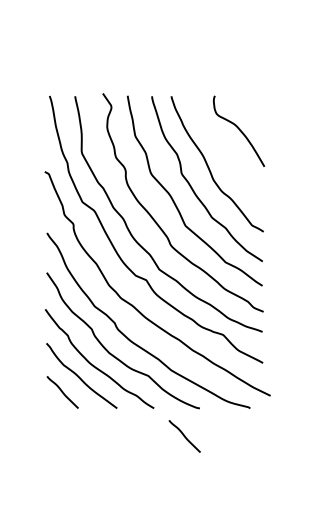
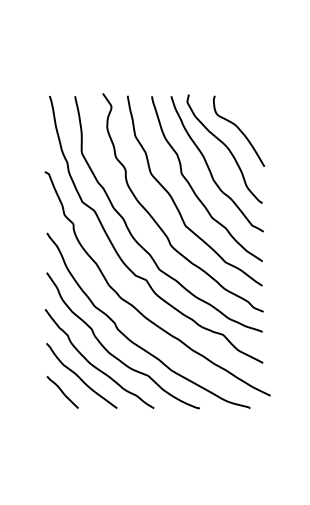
curve at (226, 148): none -> present
curve at (184, 436): present -> none
